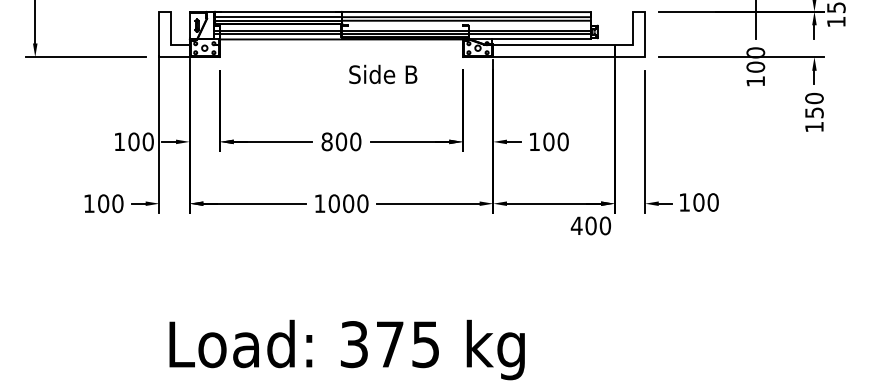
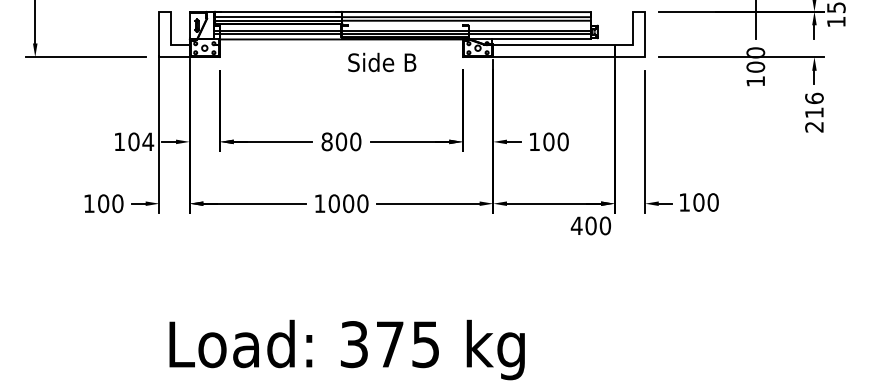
text at (383, 74) position: (383, 74) -> (382, 62)
text at (814, 112): 150 -> 216
text at (148, 141): 100 -> 104
